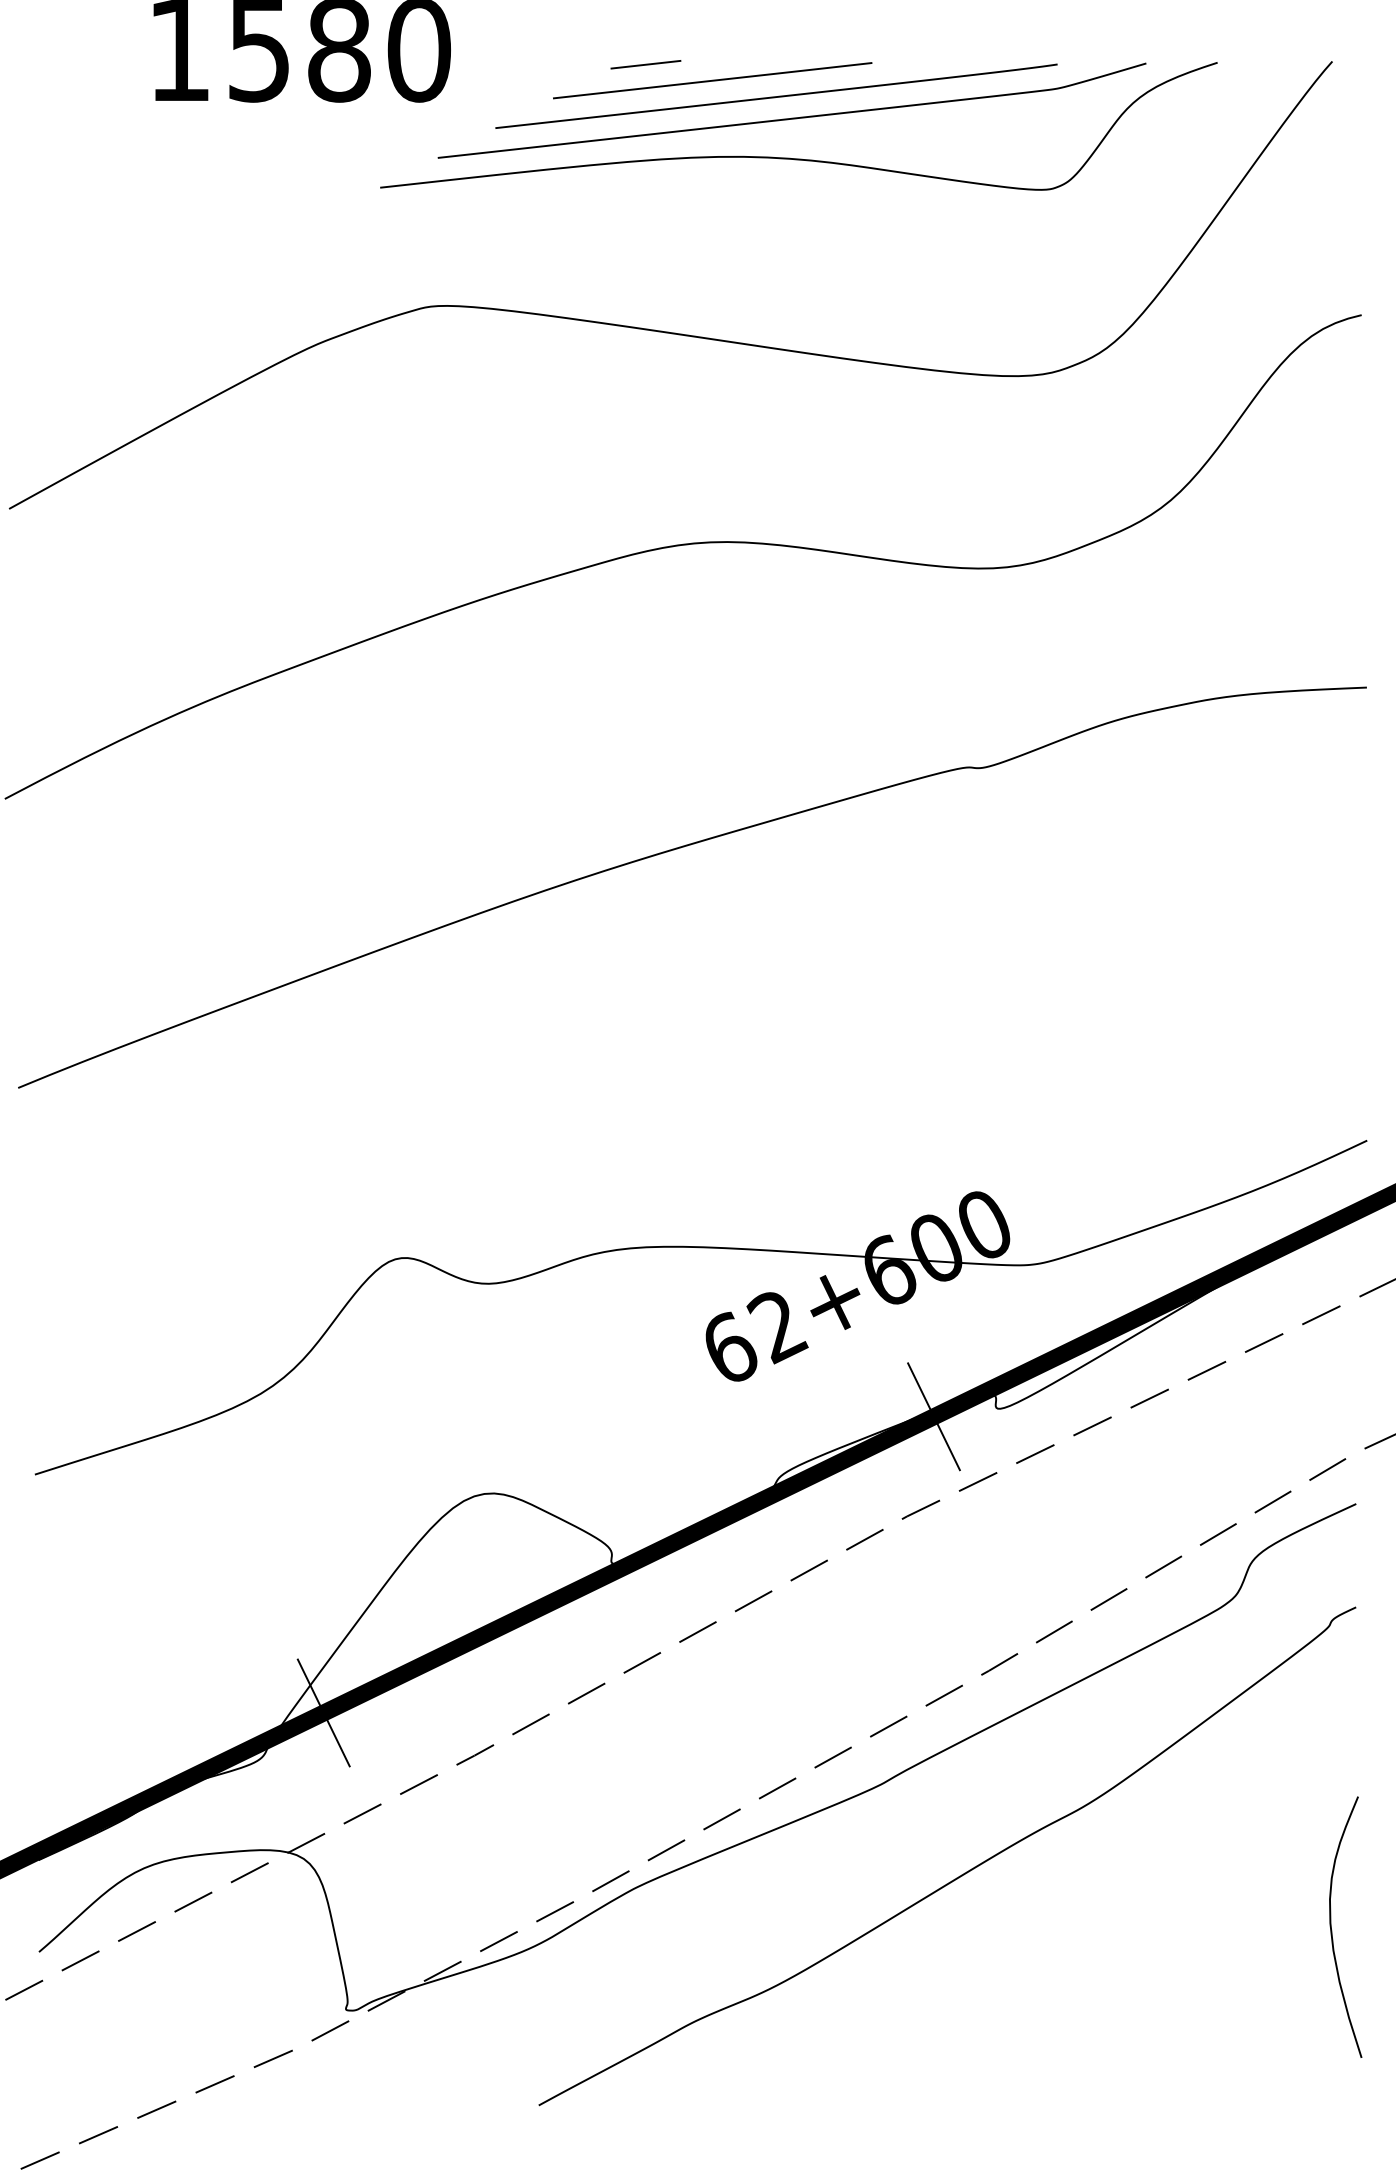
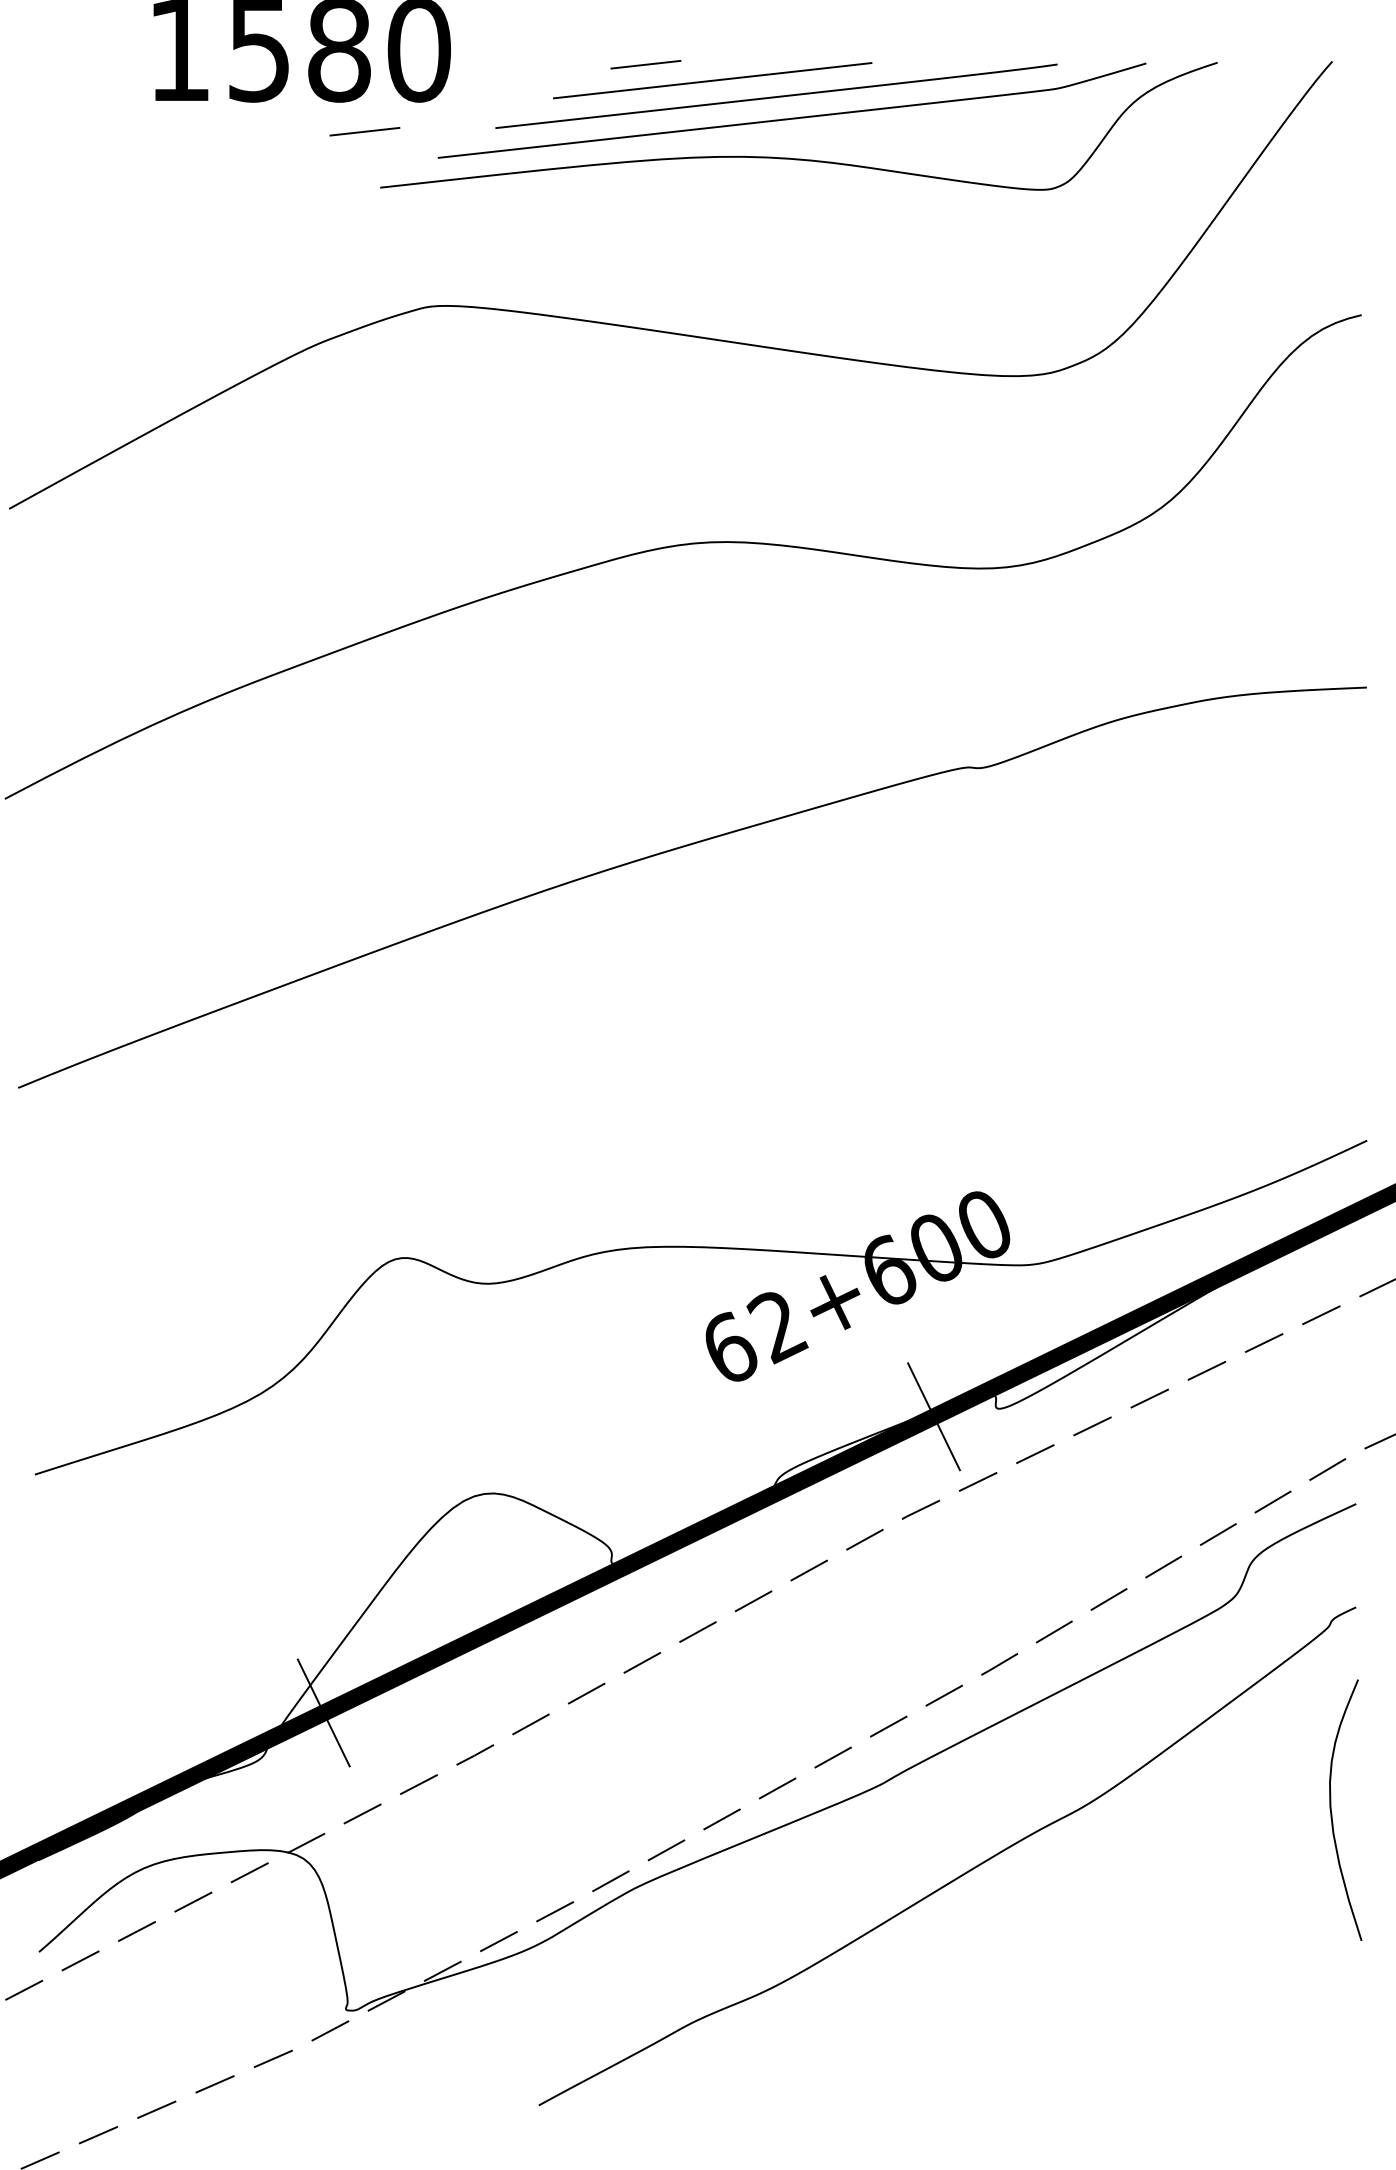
line at (364, 131): none -> present
curve at (1332, 1930) position: (1332, 1930) -> (1332, 1813)
